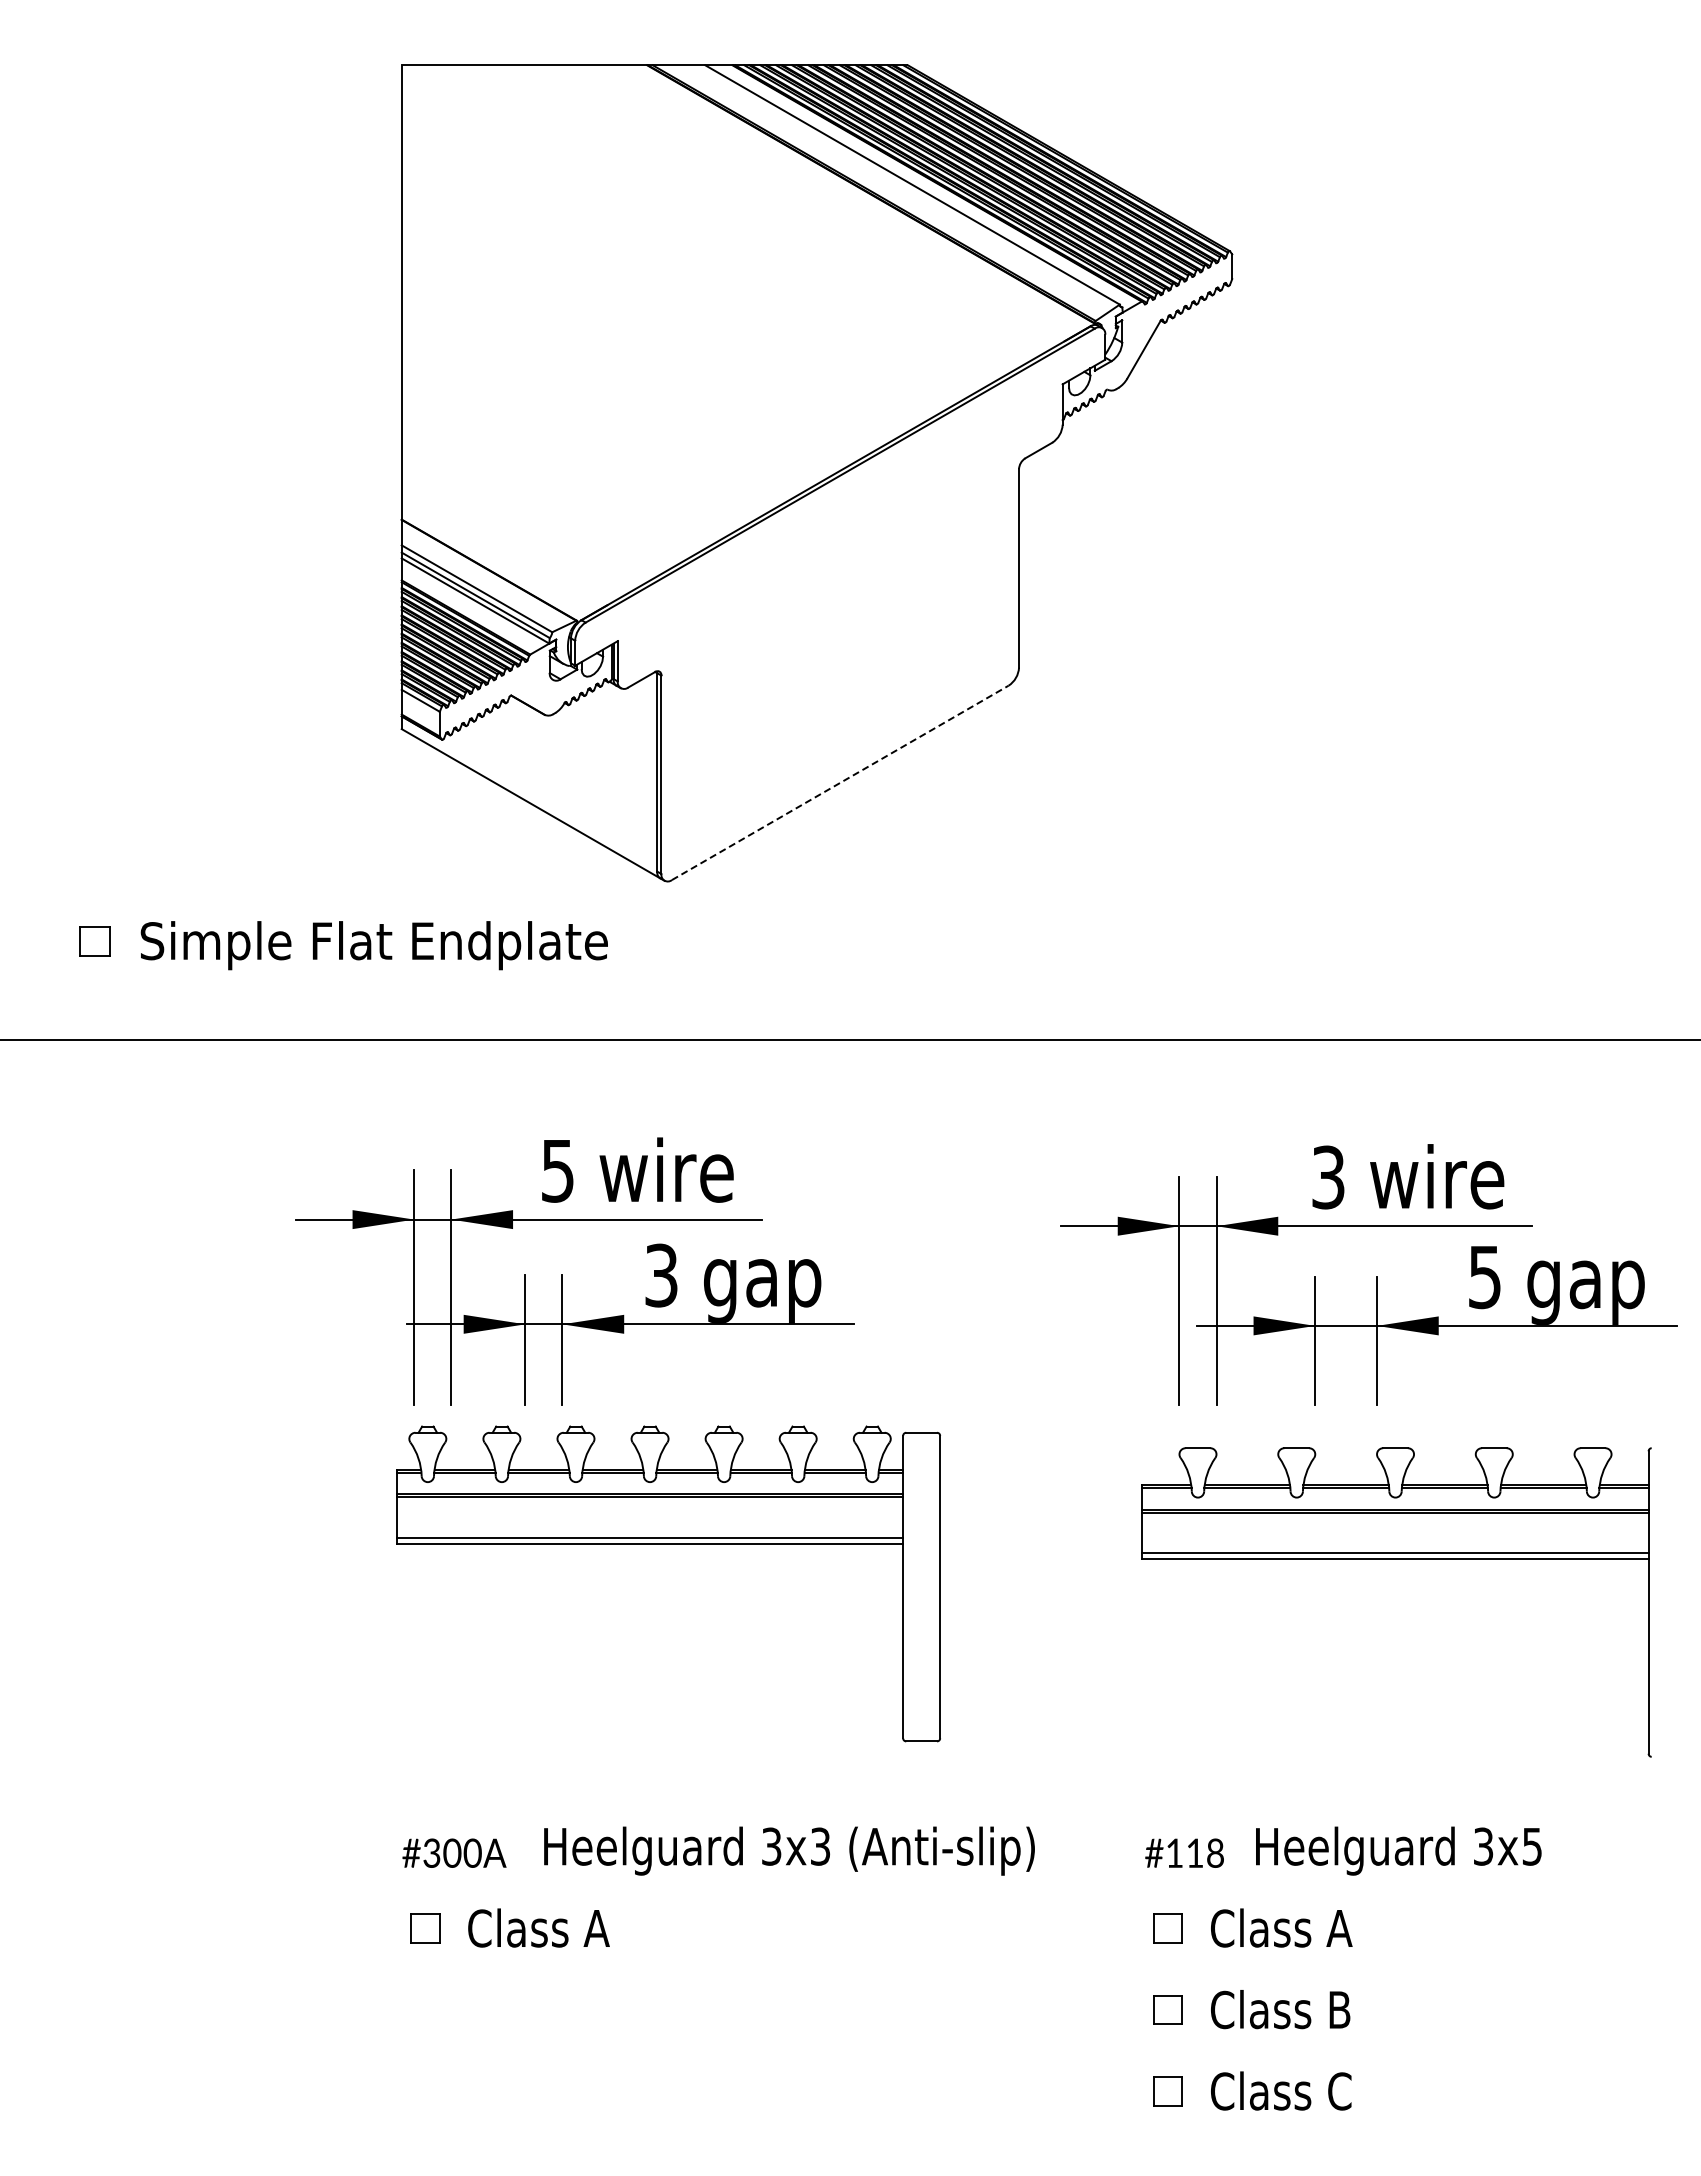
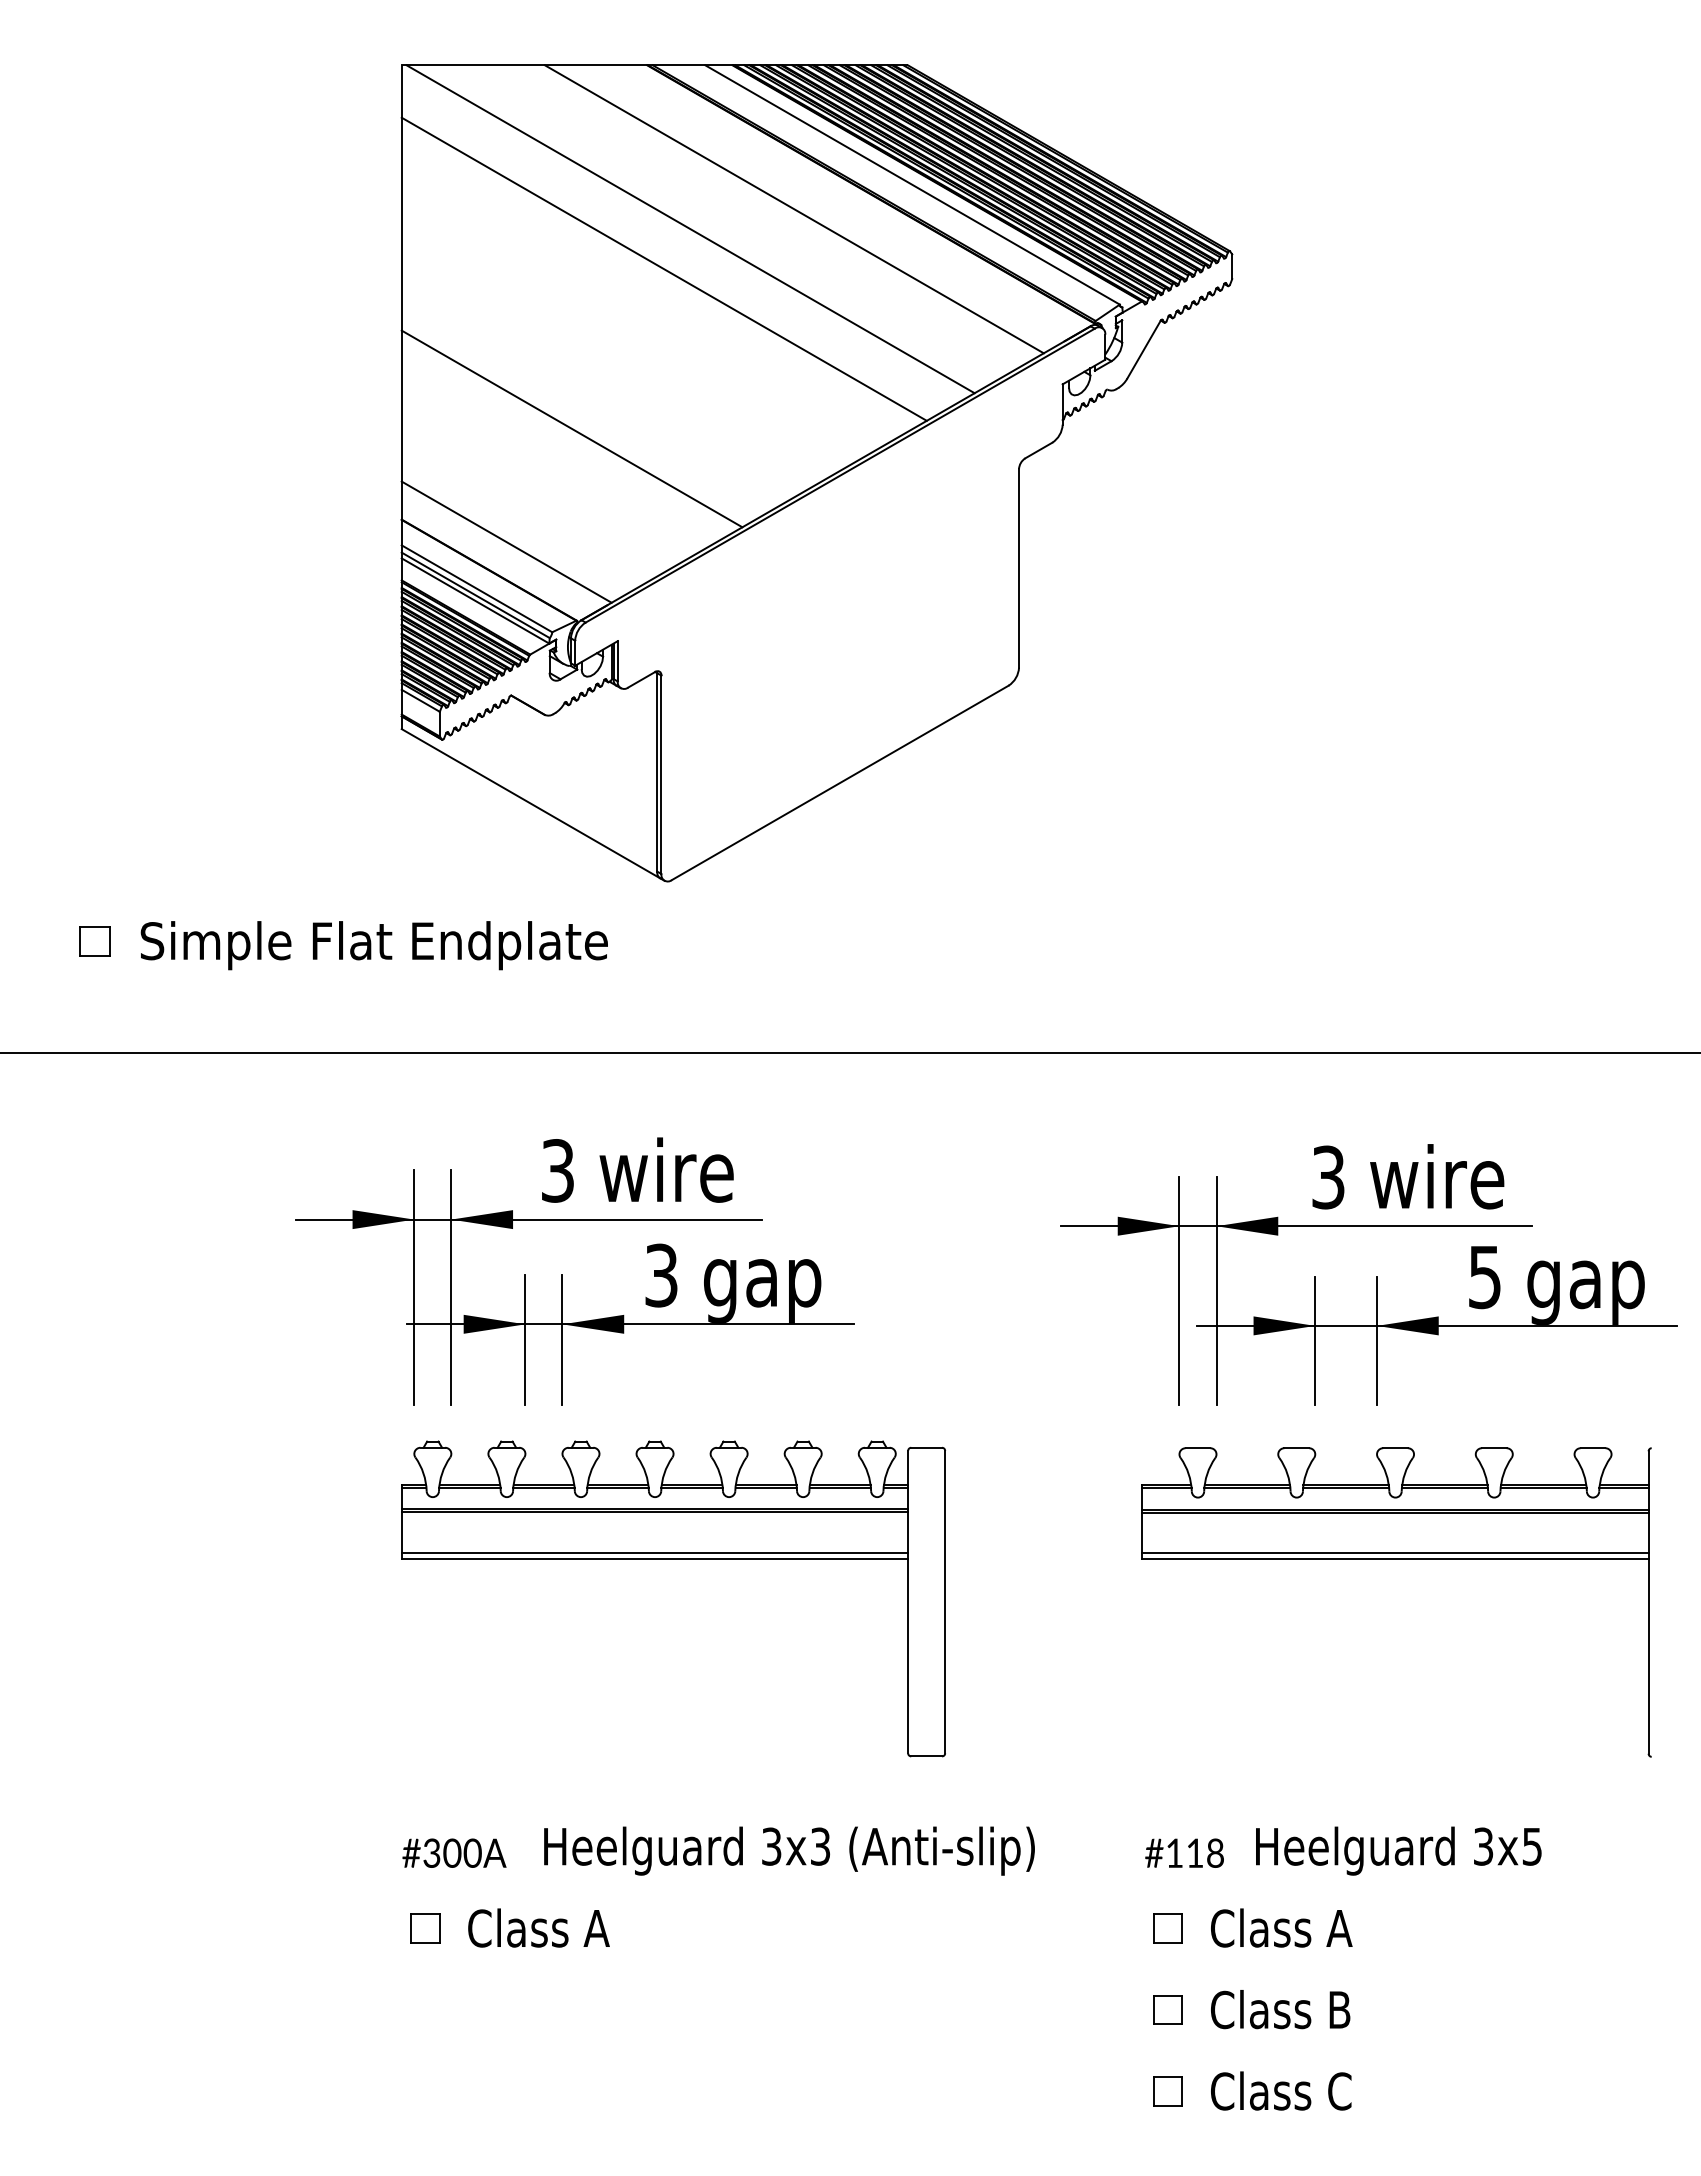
line at (793, 209): none -> present
line at (690, 229): none -> present
line at (663, 268): none -> present
line at (571, 428): none -> present
line at (506, 541): none -> present
line at (840, 782): dashed -> solid
line at (849, 1039) position: (849, 1039) -> (849, 1052)
text at (557, 1170): 5 -> 3
part at (668, 1544) position: (668, 1544) -> (673, 1559)
